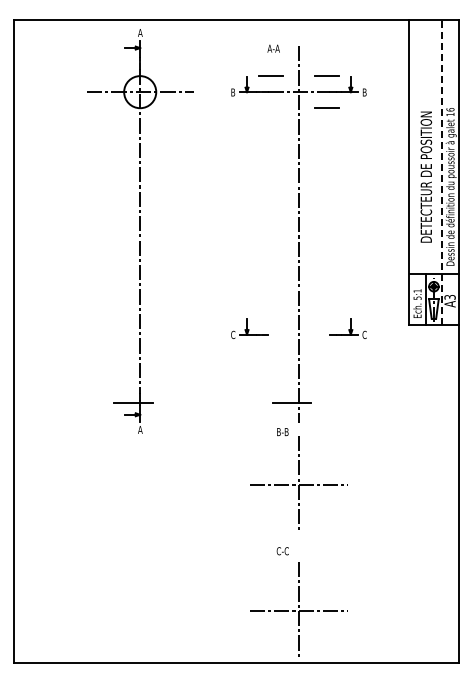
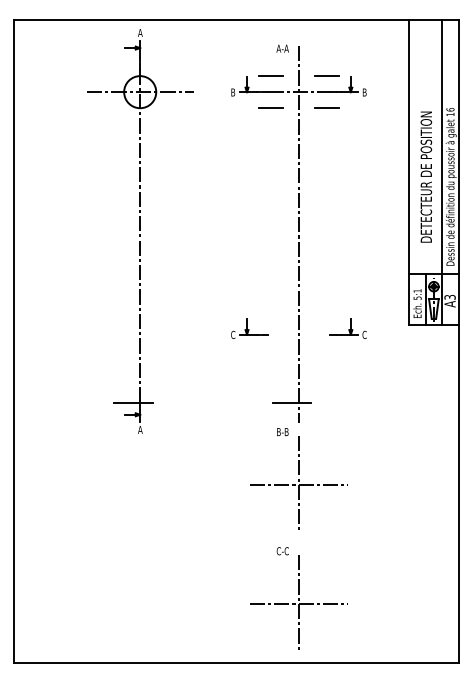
text at (273, 48) position: (273, 48) -> (282, 48)
line at (270, 108): none -> present
line at (441, 172): dashed -> solid
part at (298, 609) position: (298, 609) -> (298, 602)
